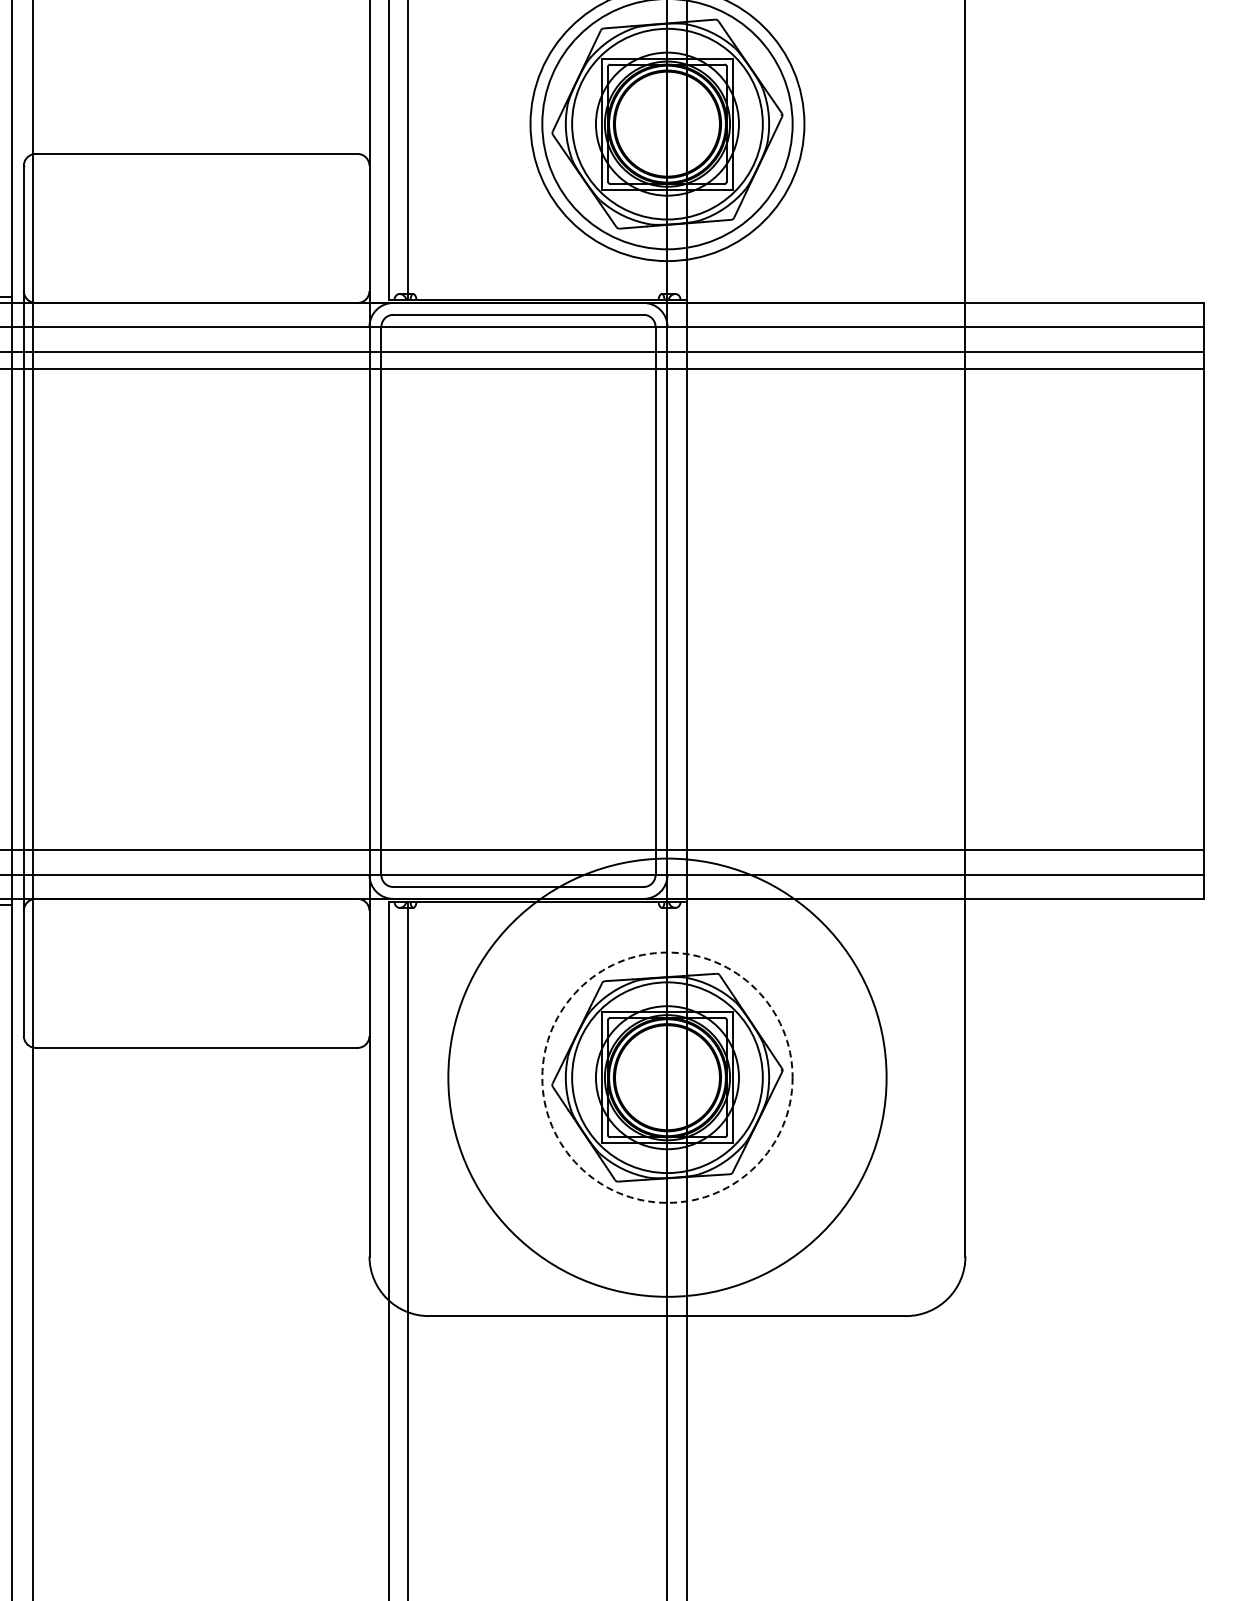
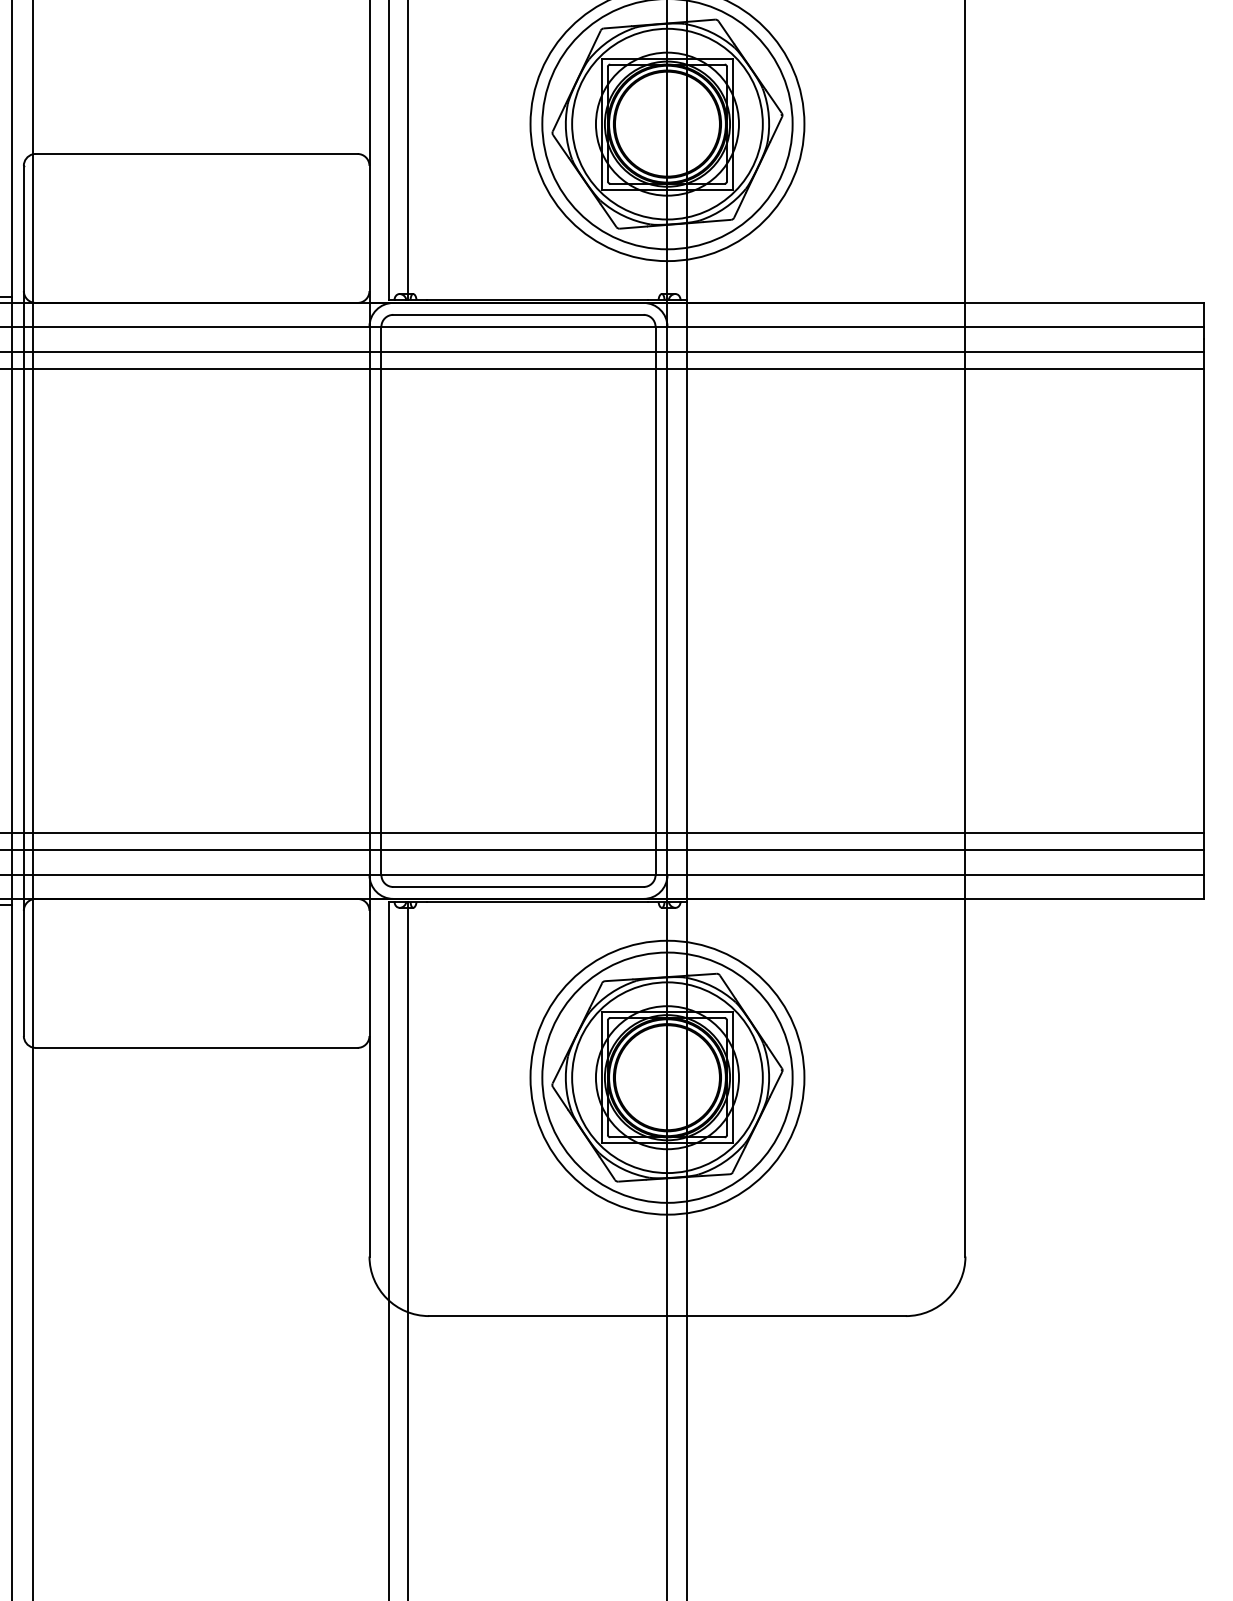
line at (602, 833): none -> present
circle at (667, 1077) diameter: 438 px -> 274 px
circle at (667, 1077): dashed -> solid
